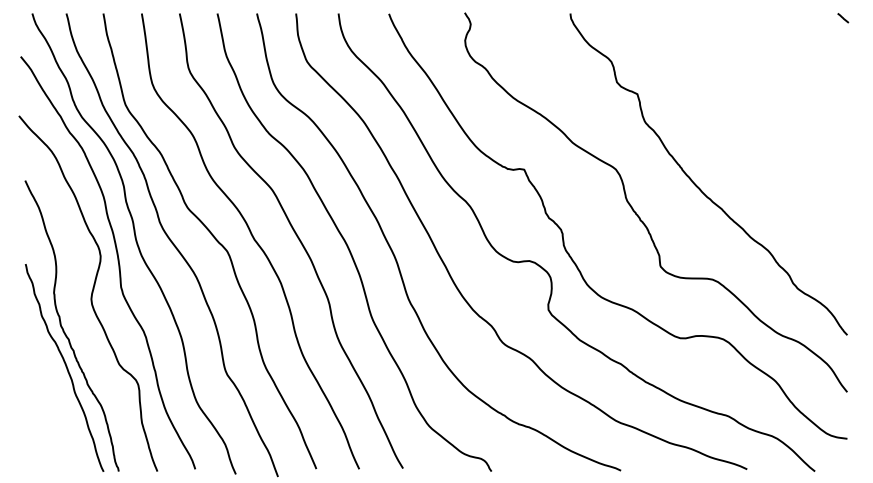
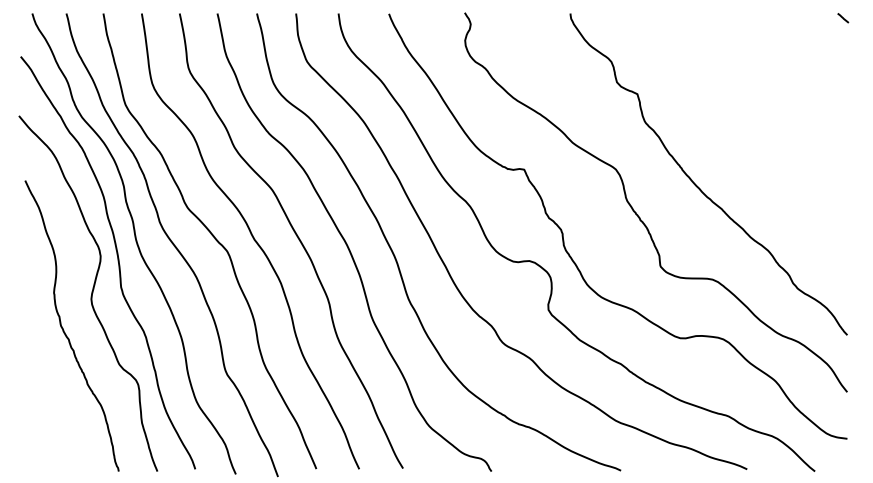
curve at (65, 367): present -> none
